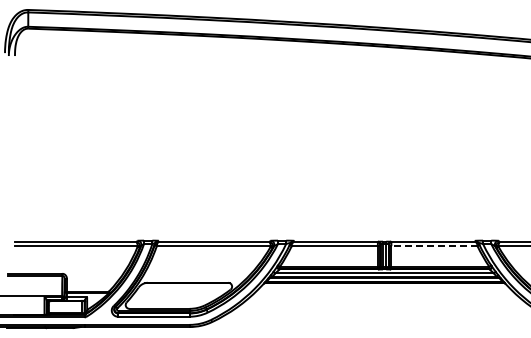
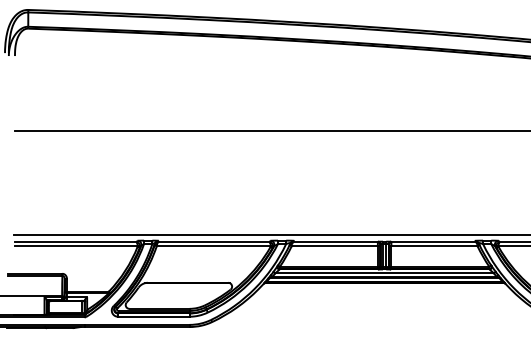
line at (271, 131): none -> present
line at (270, 234): none -> present
line at (433, 246): dashed -> solid
